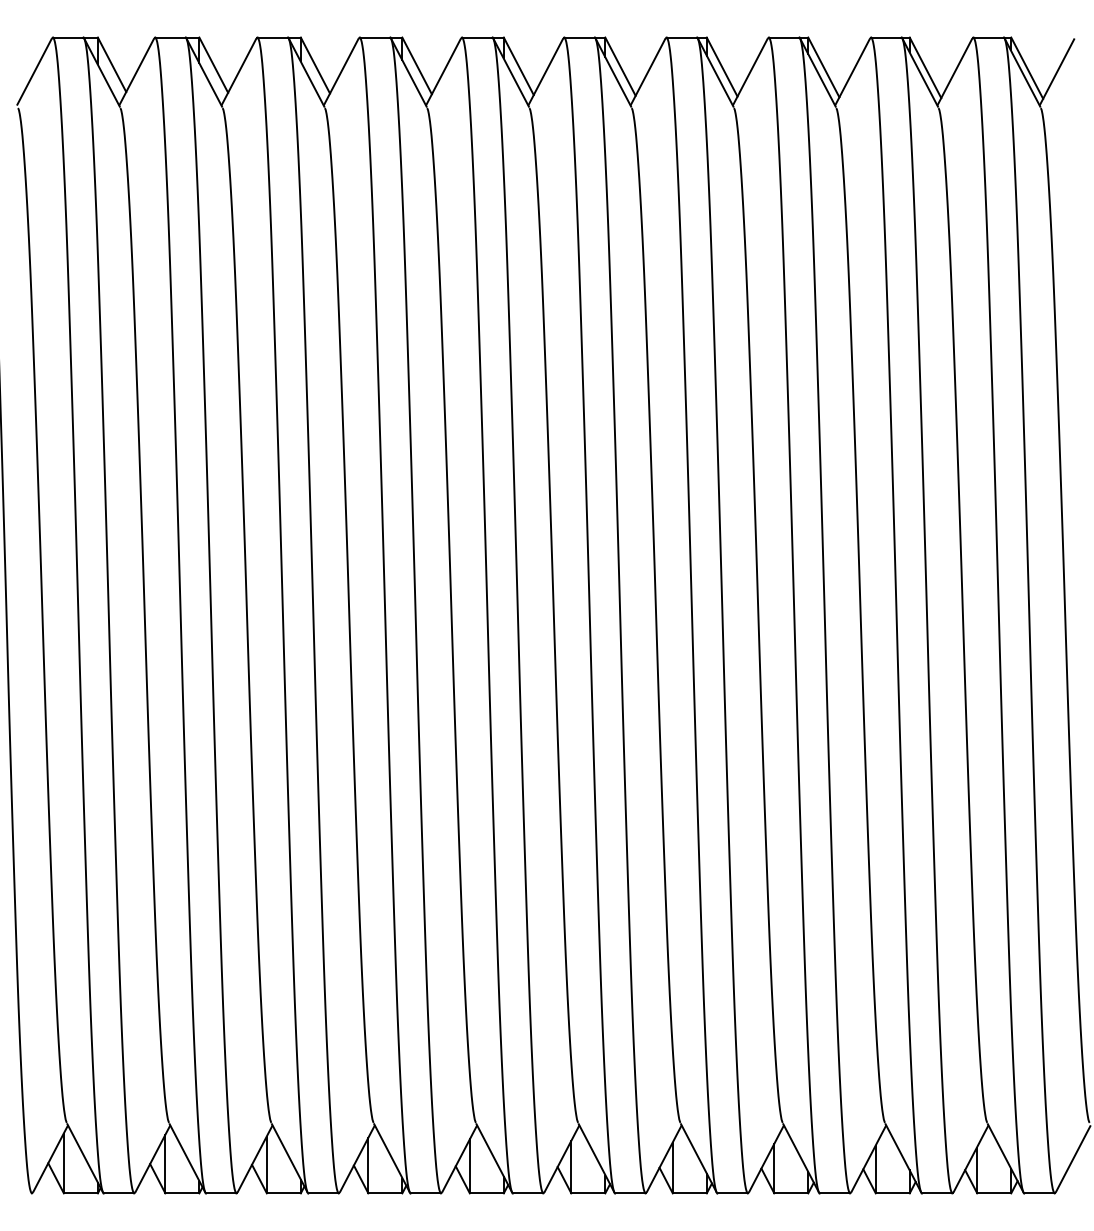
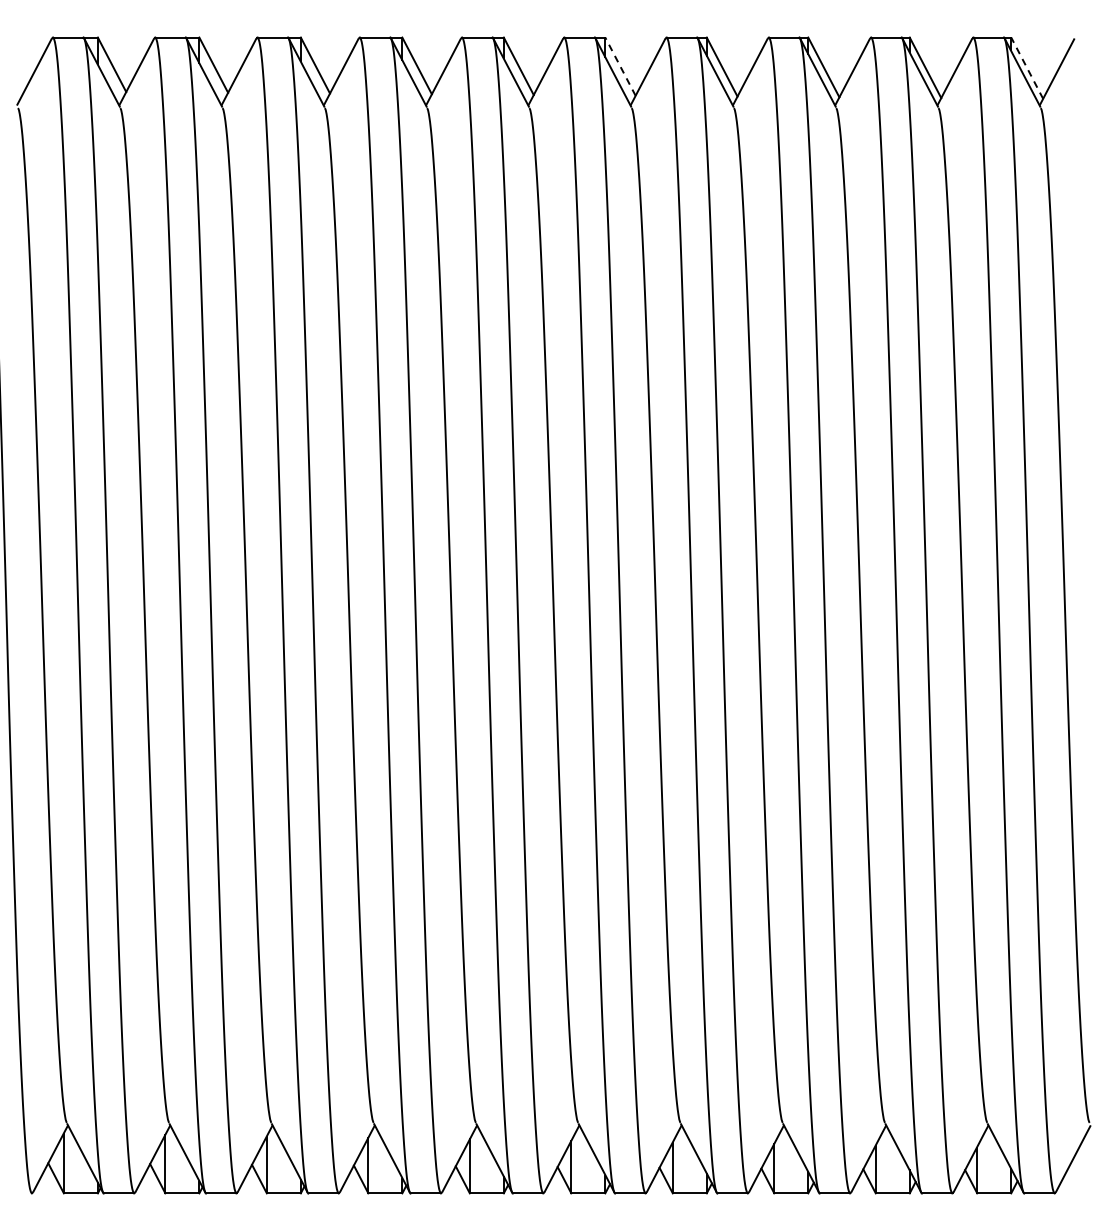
line at (620, 66): solid -> dashed
line at (1027, 68): solid -> dashed
